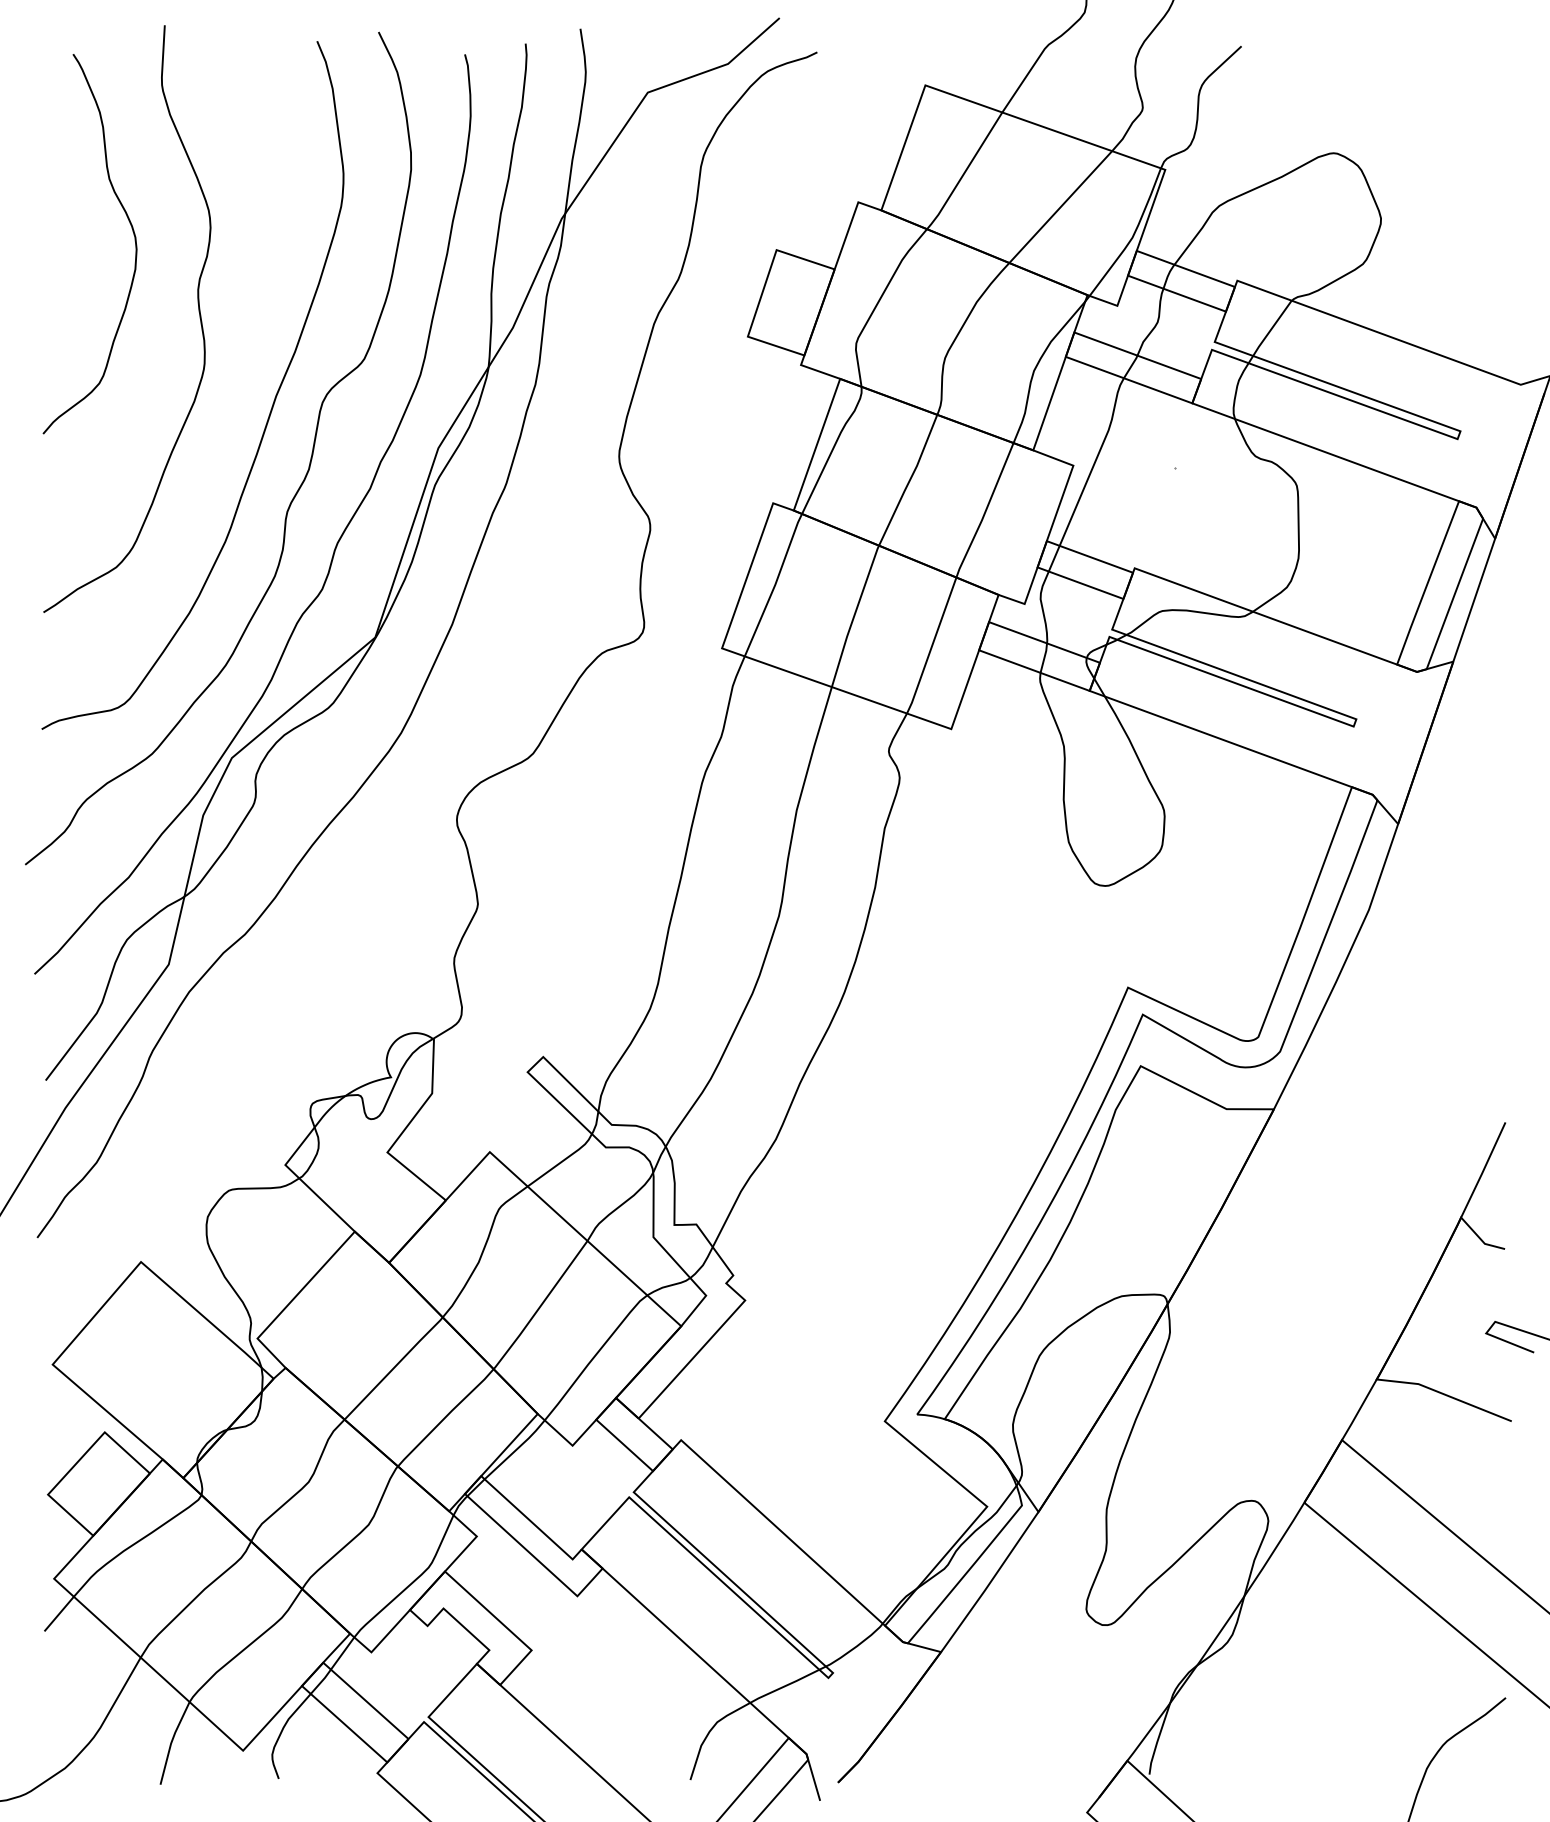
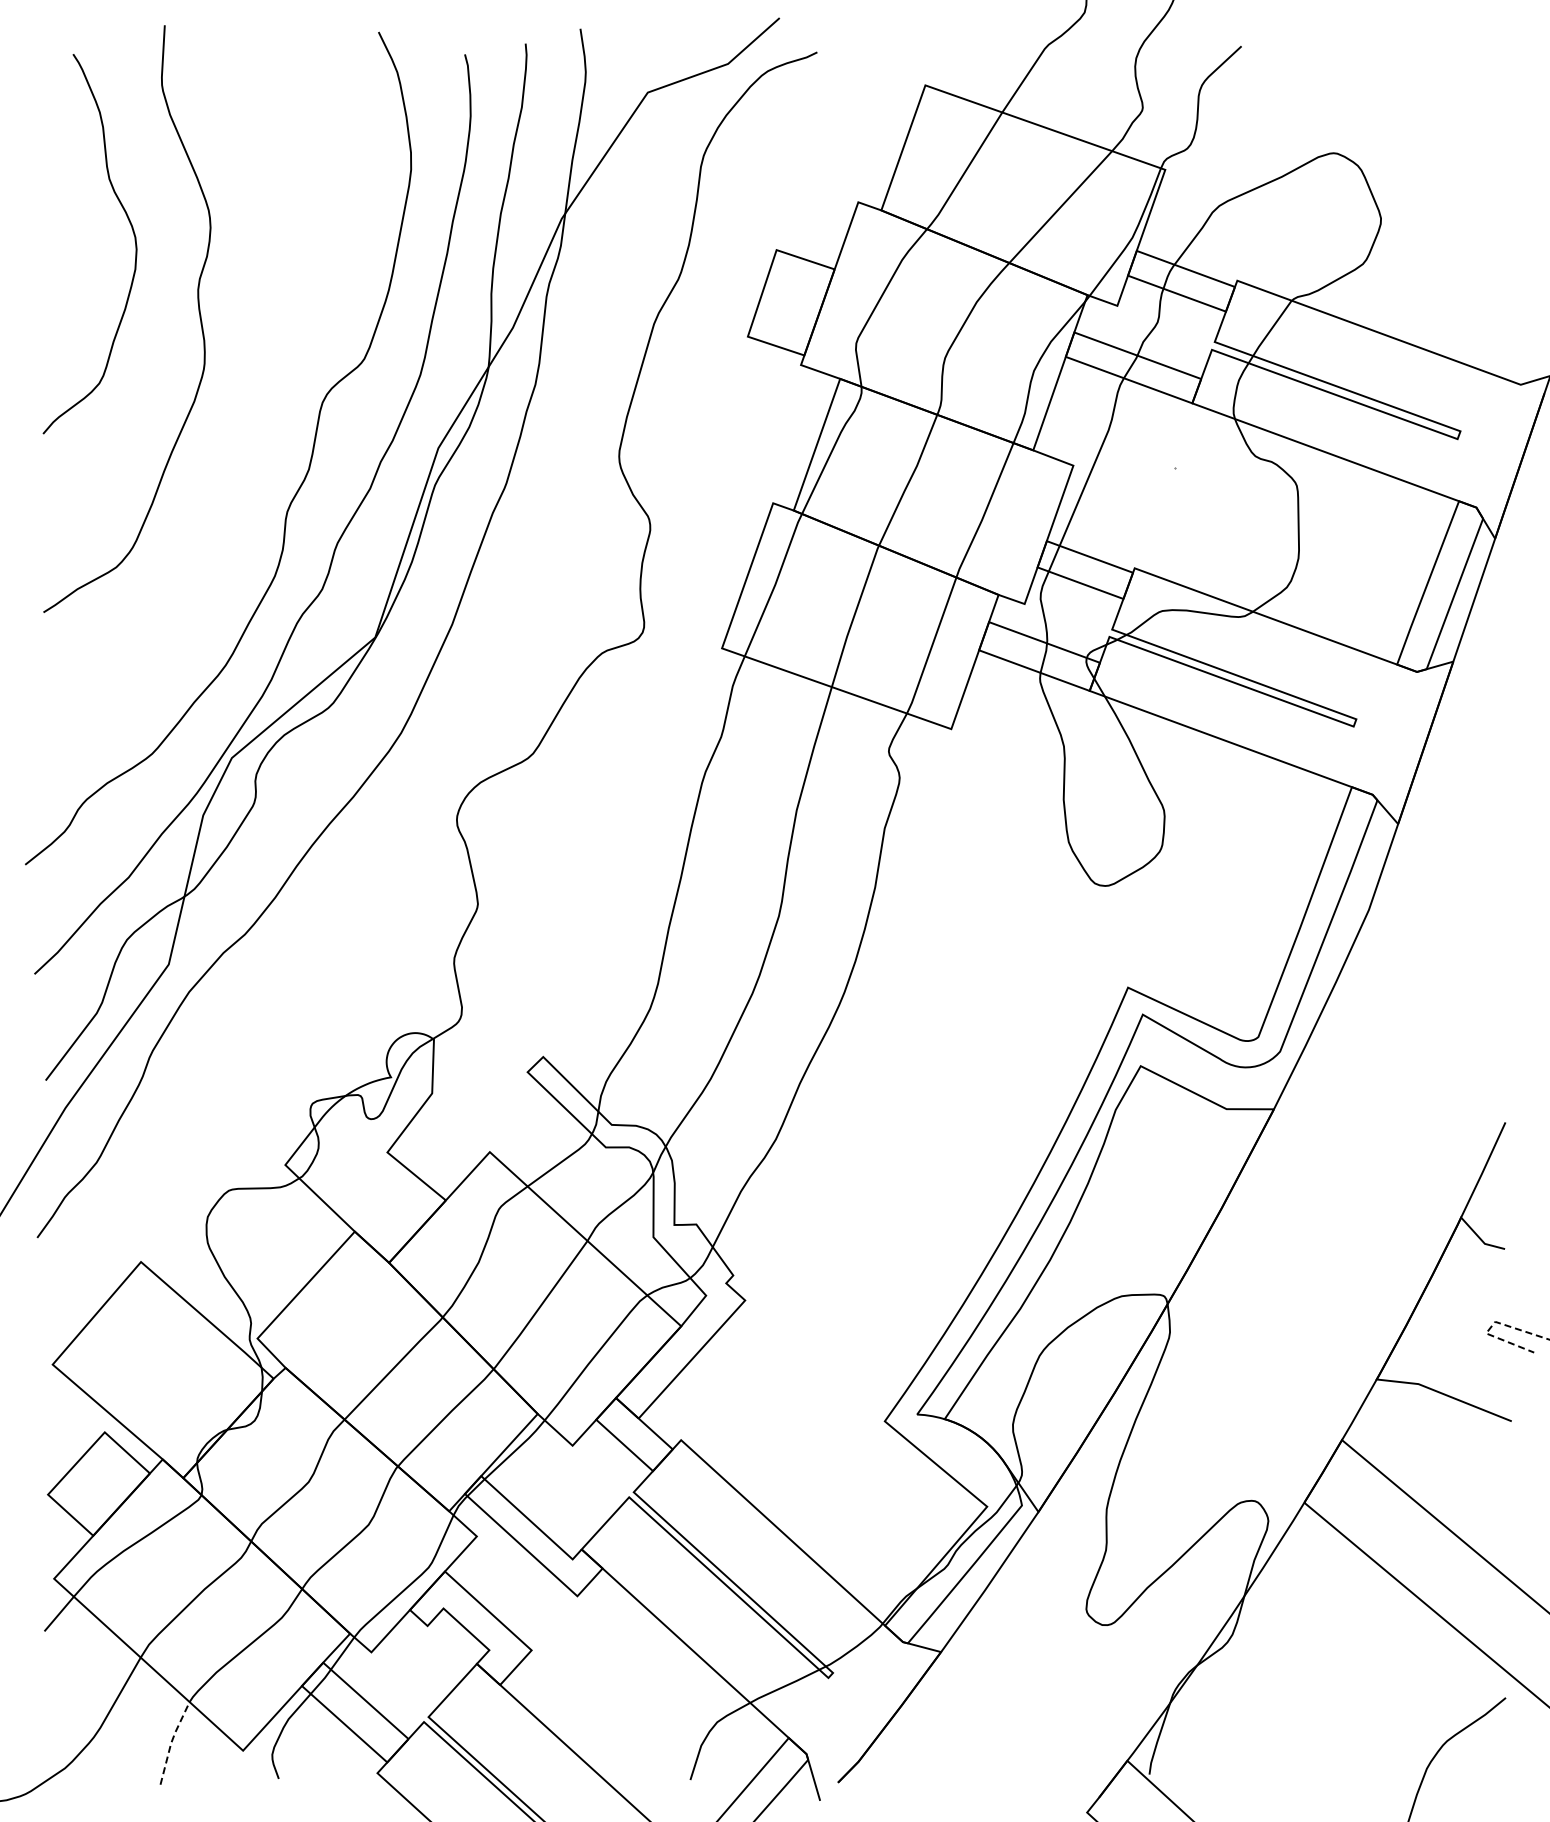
curve at (269, 412): present -> none
line at (1492, 1325): solid -> dashed
line at (171, 1741): solid -> dashed
